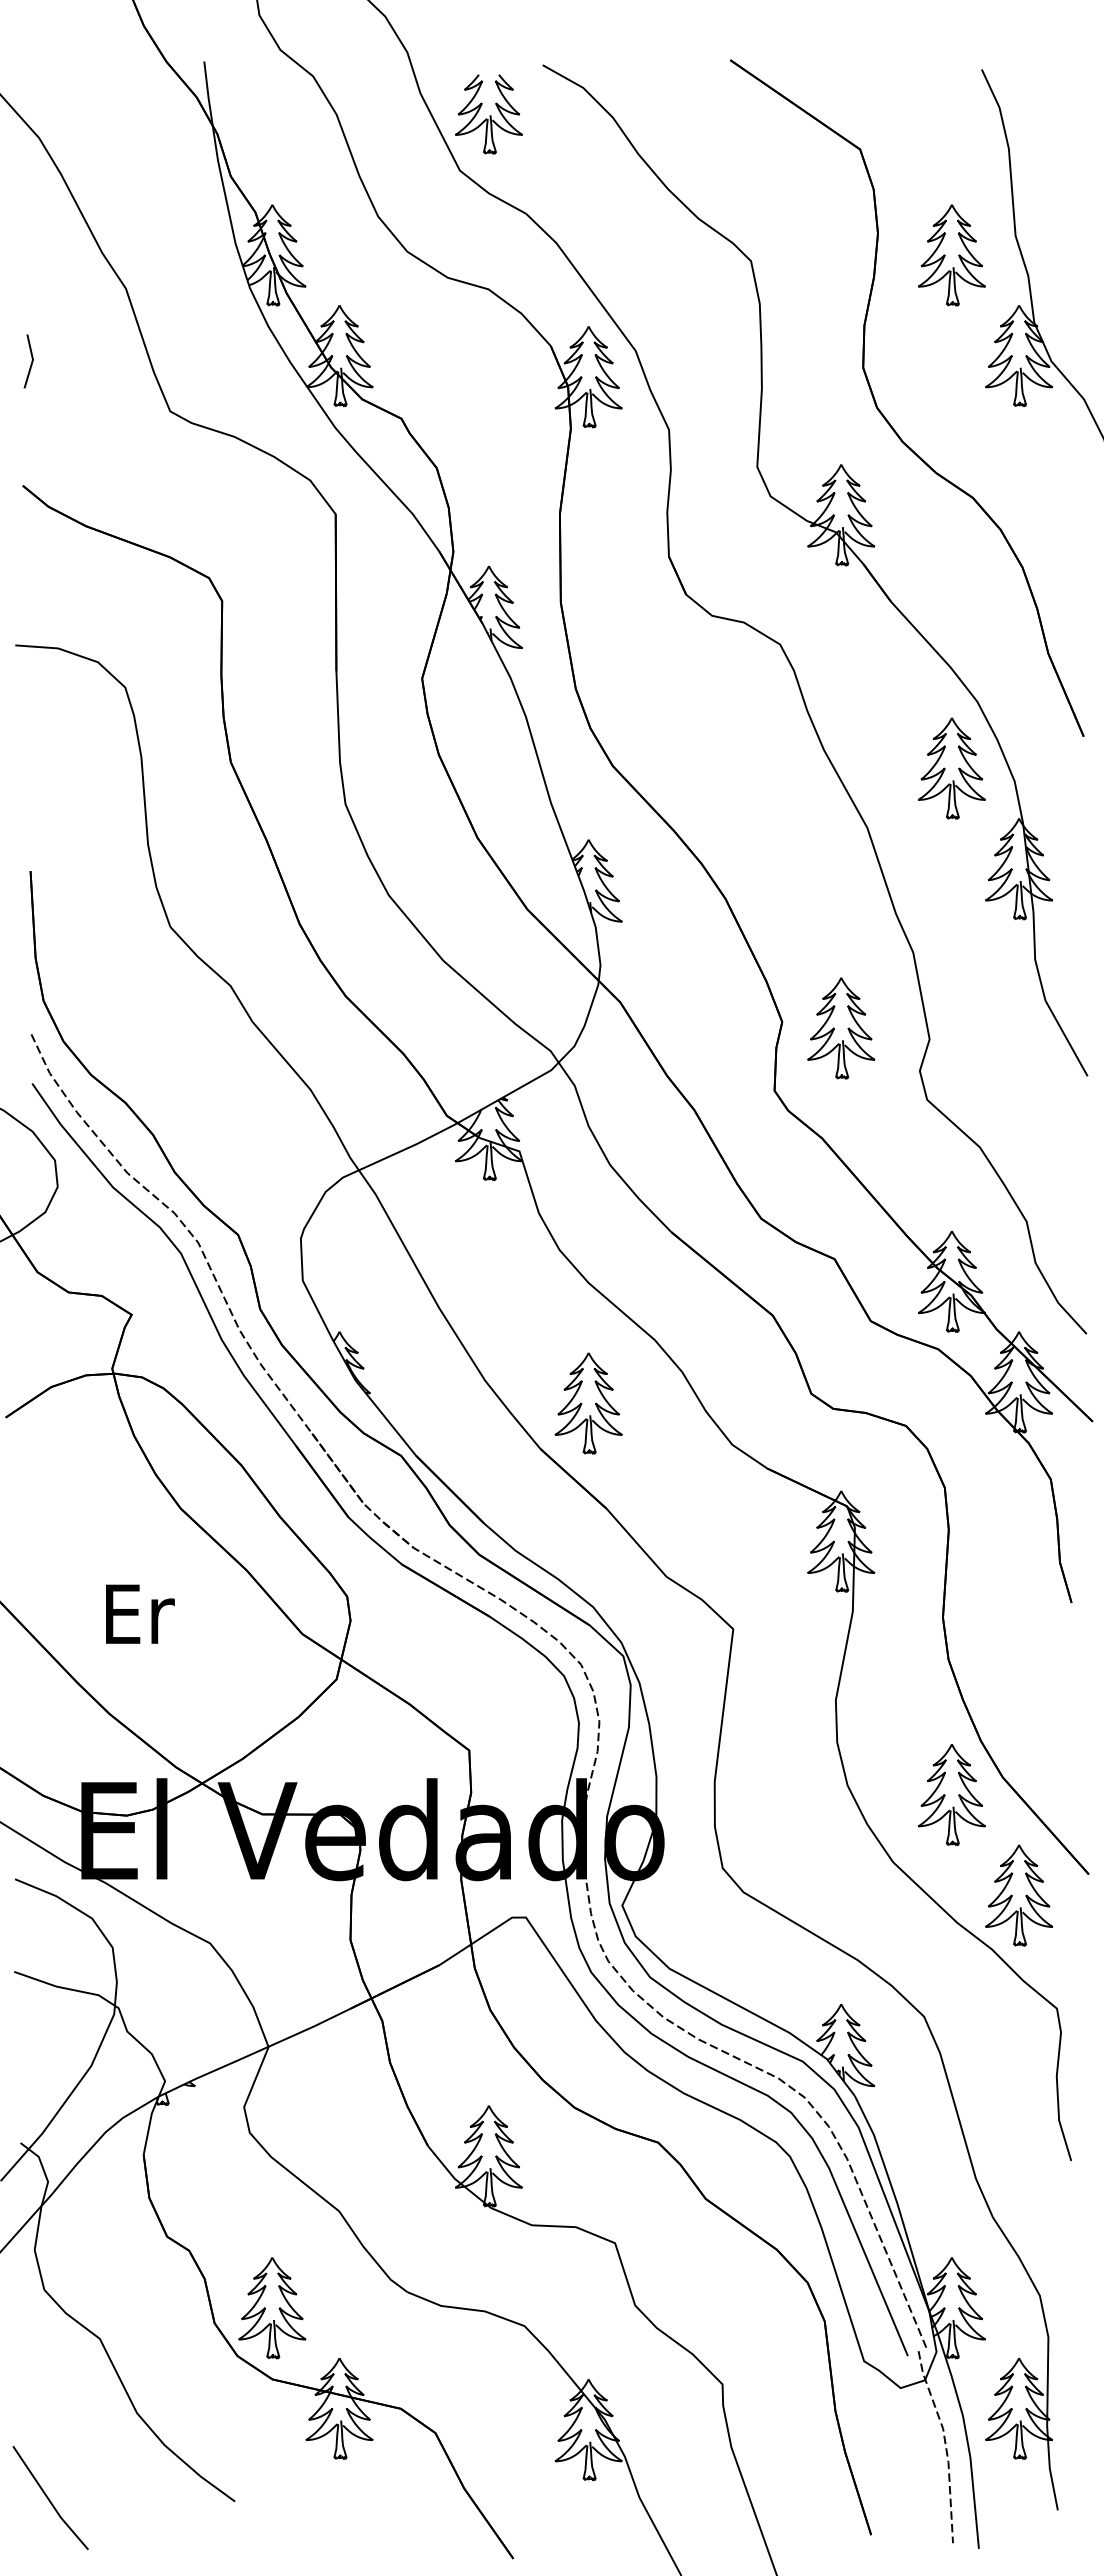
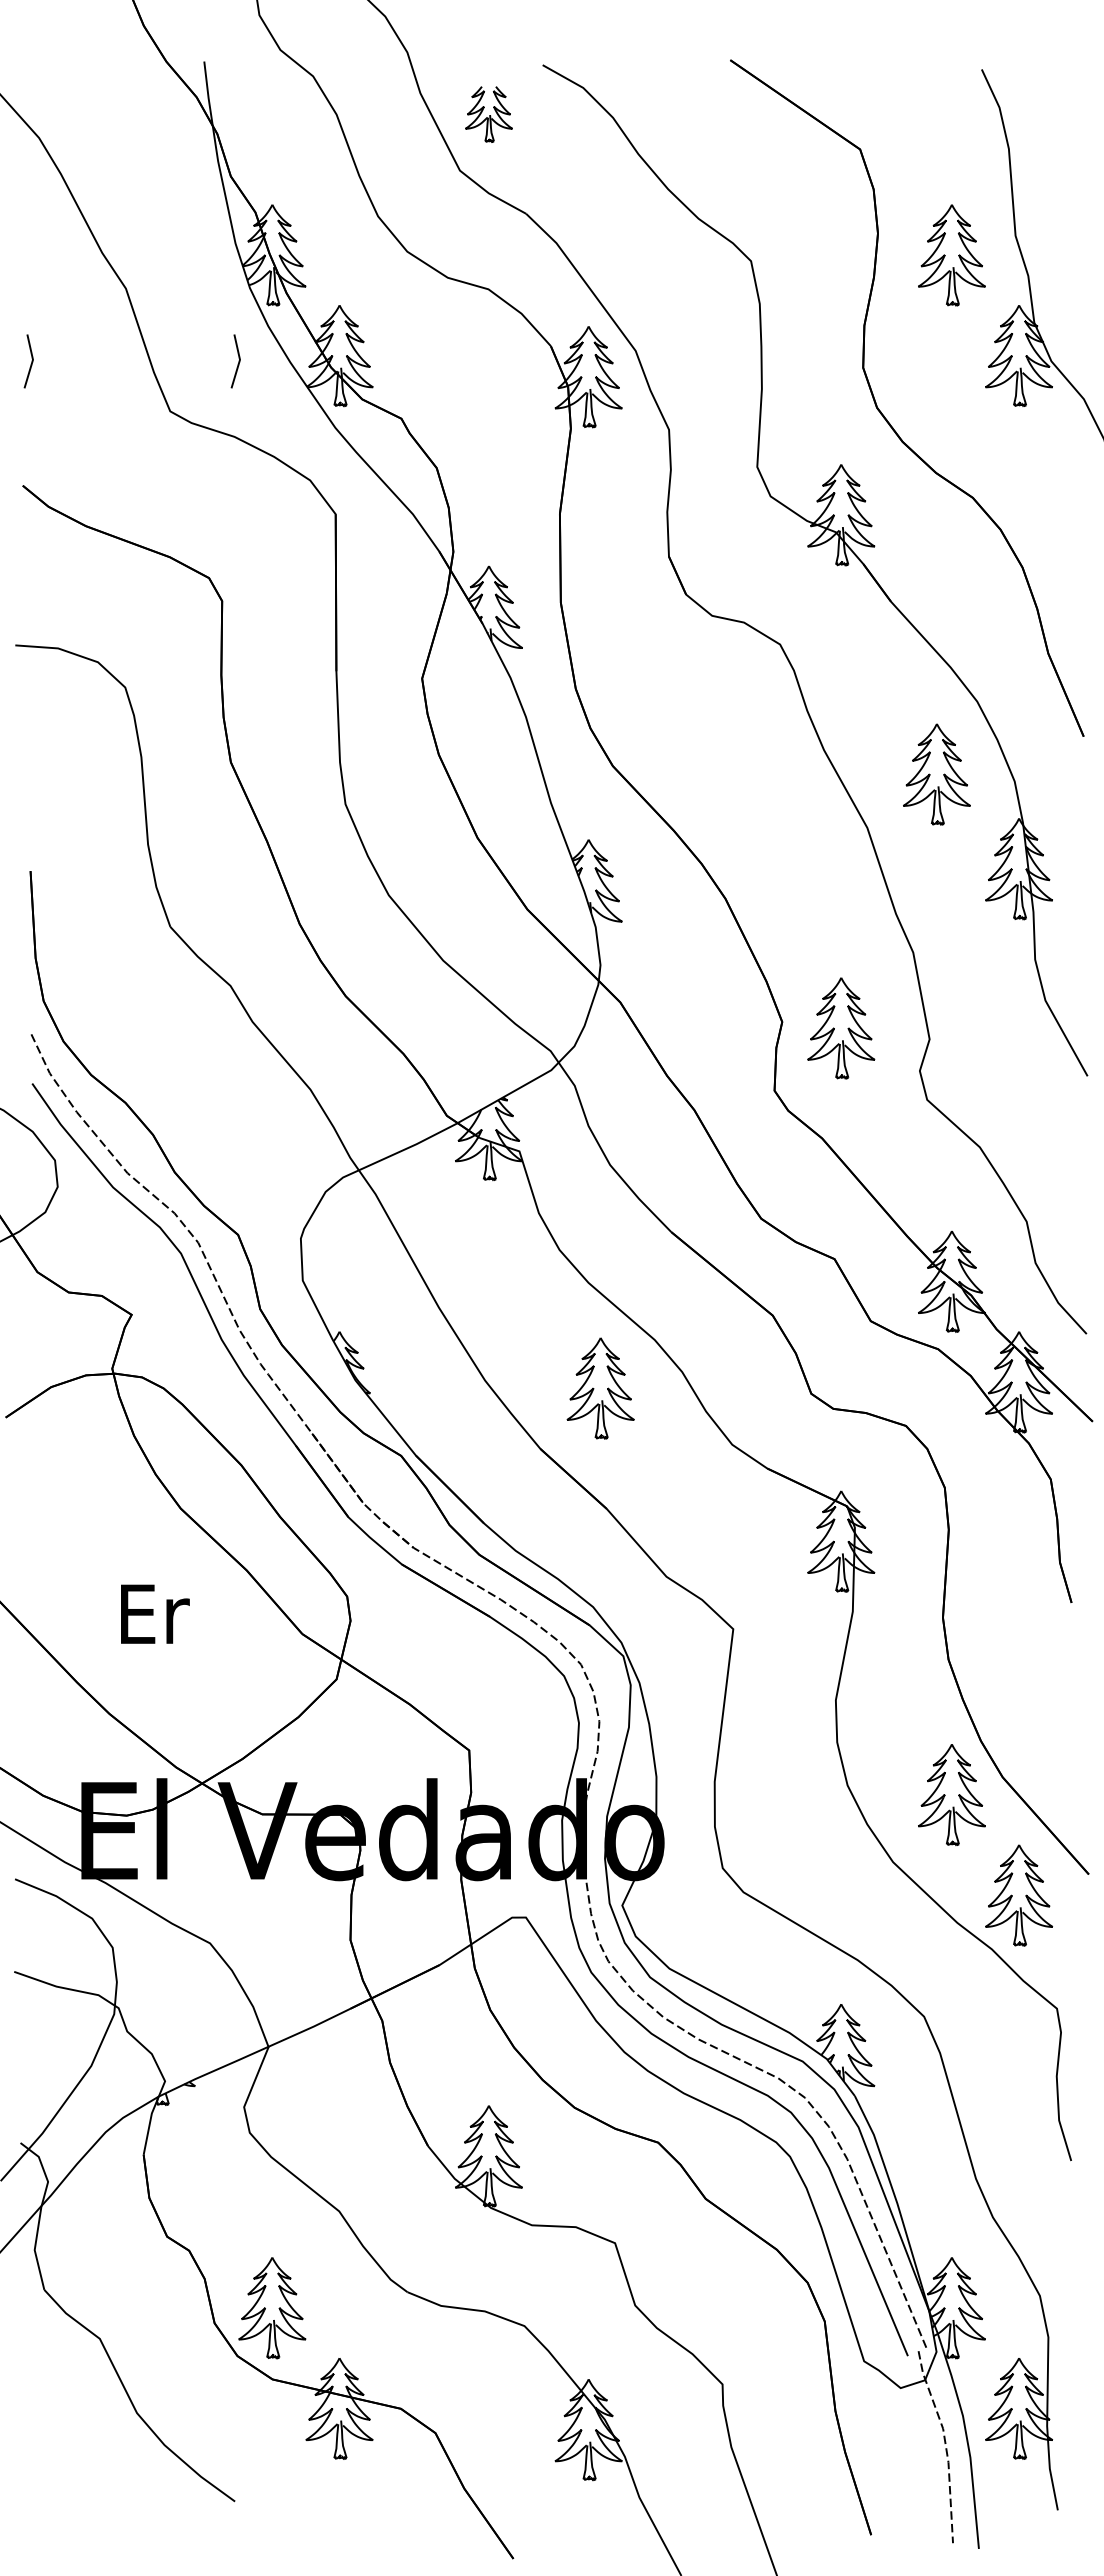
part at (488, 114) size: 68x81 px -> 48x57 px
line at (238, 361): none -> present
part at (951, 768) position: (951, 768) -> (936, 774)
part at (588, 1403) position: (588, 1403) -> (600, 1388)
text at (140, 1613) position: (140, 1613) -> (155, 1613)
line at (49, 2498): present -> none
